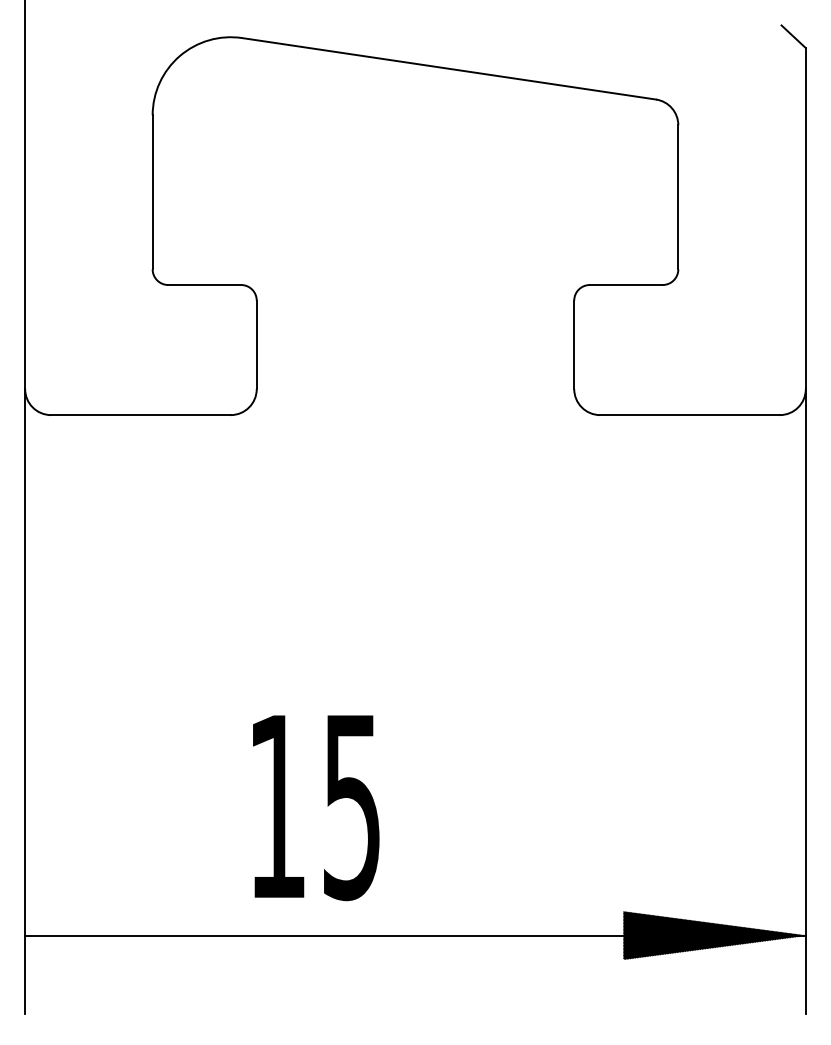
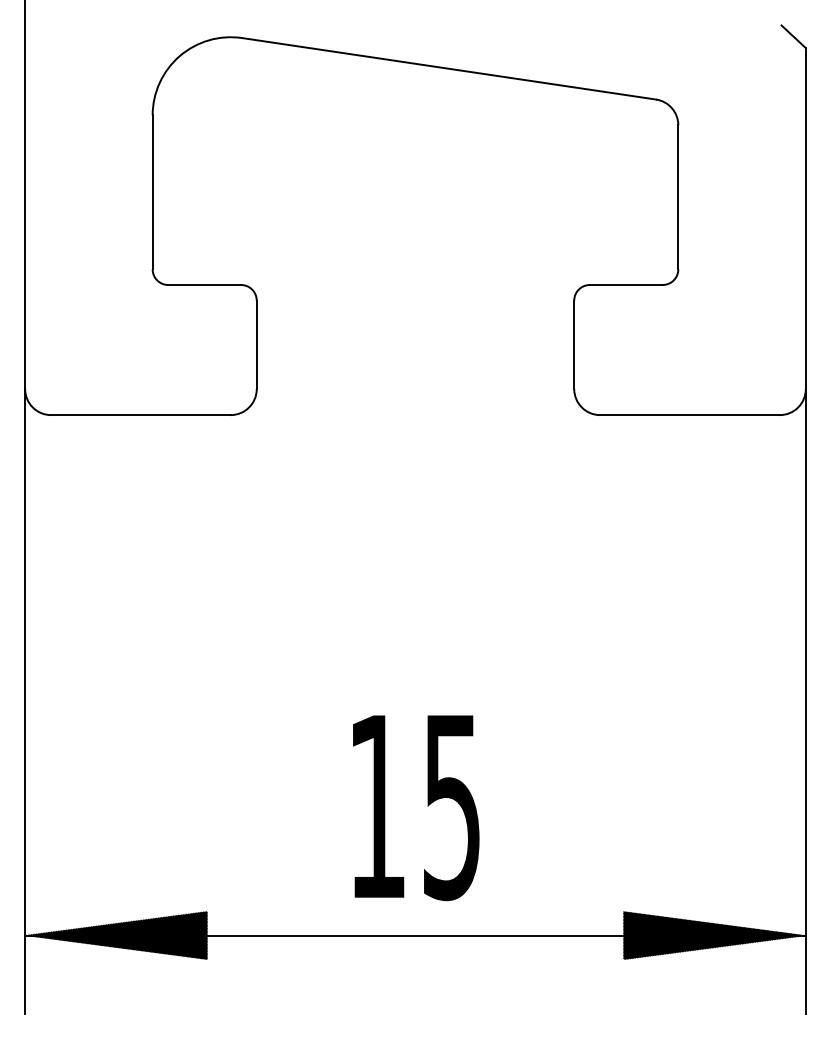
text at (316, 808) position: (316, 808) -> (416, 808)
hatch at (116, 935): none -> present
